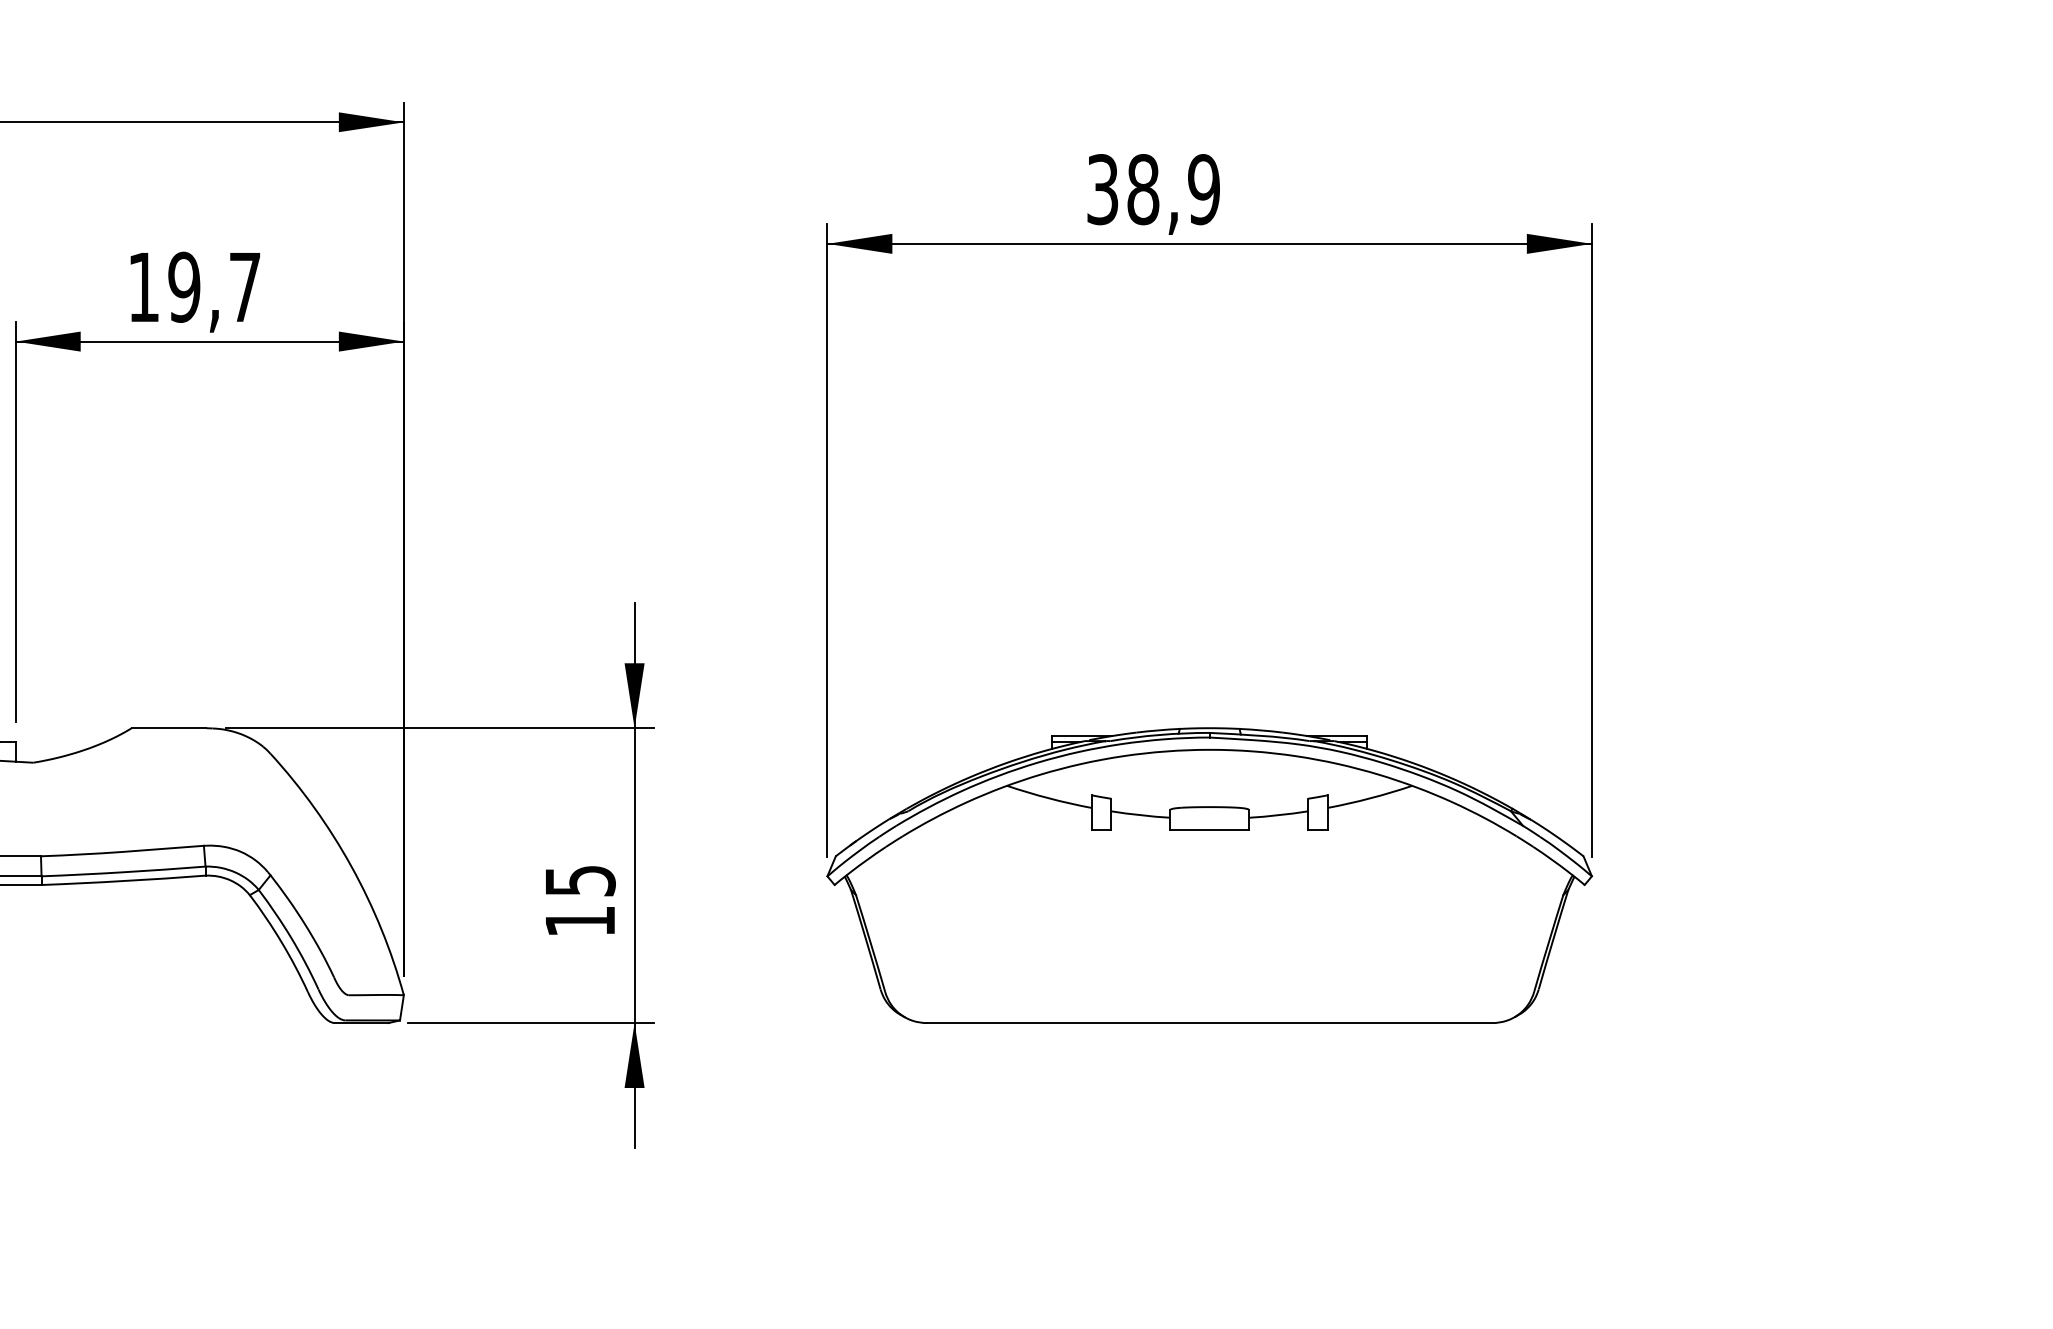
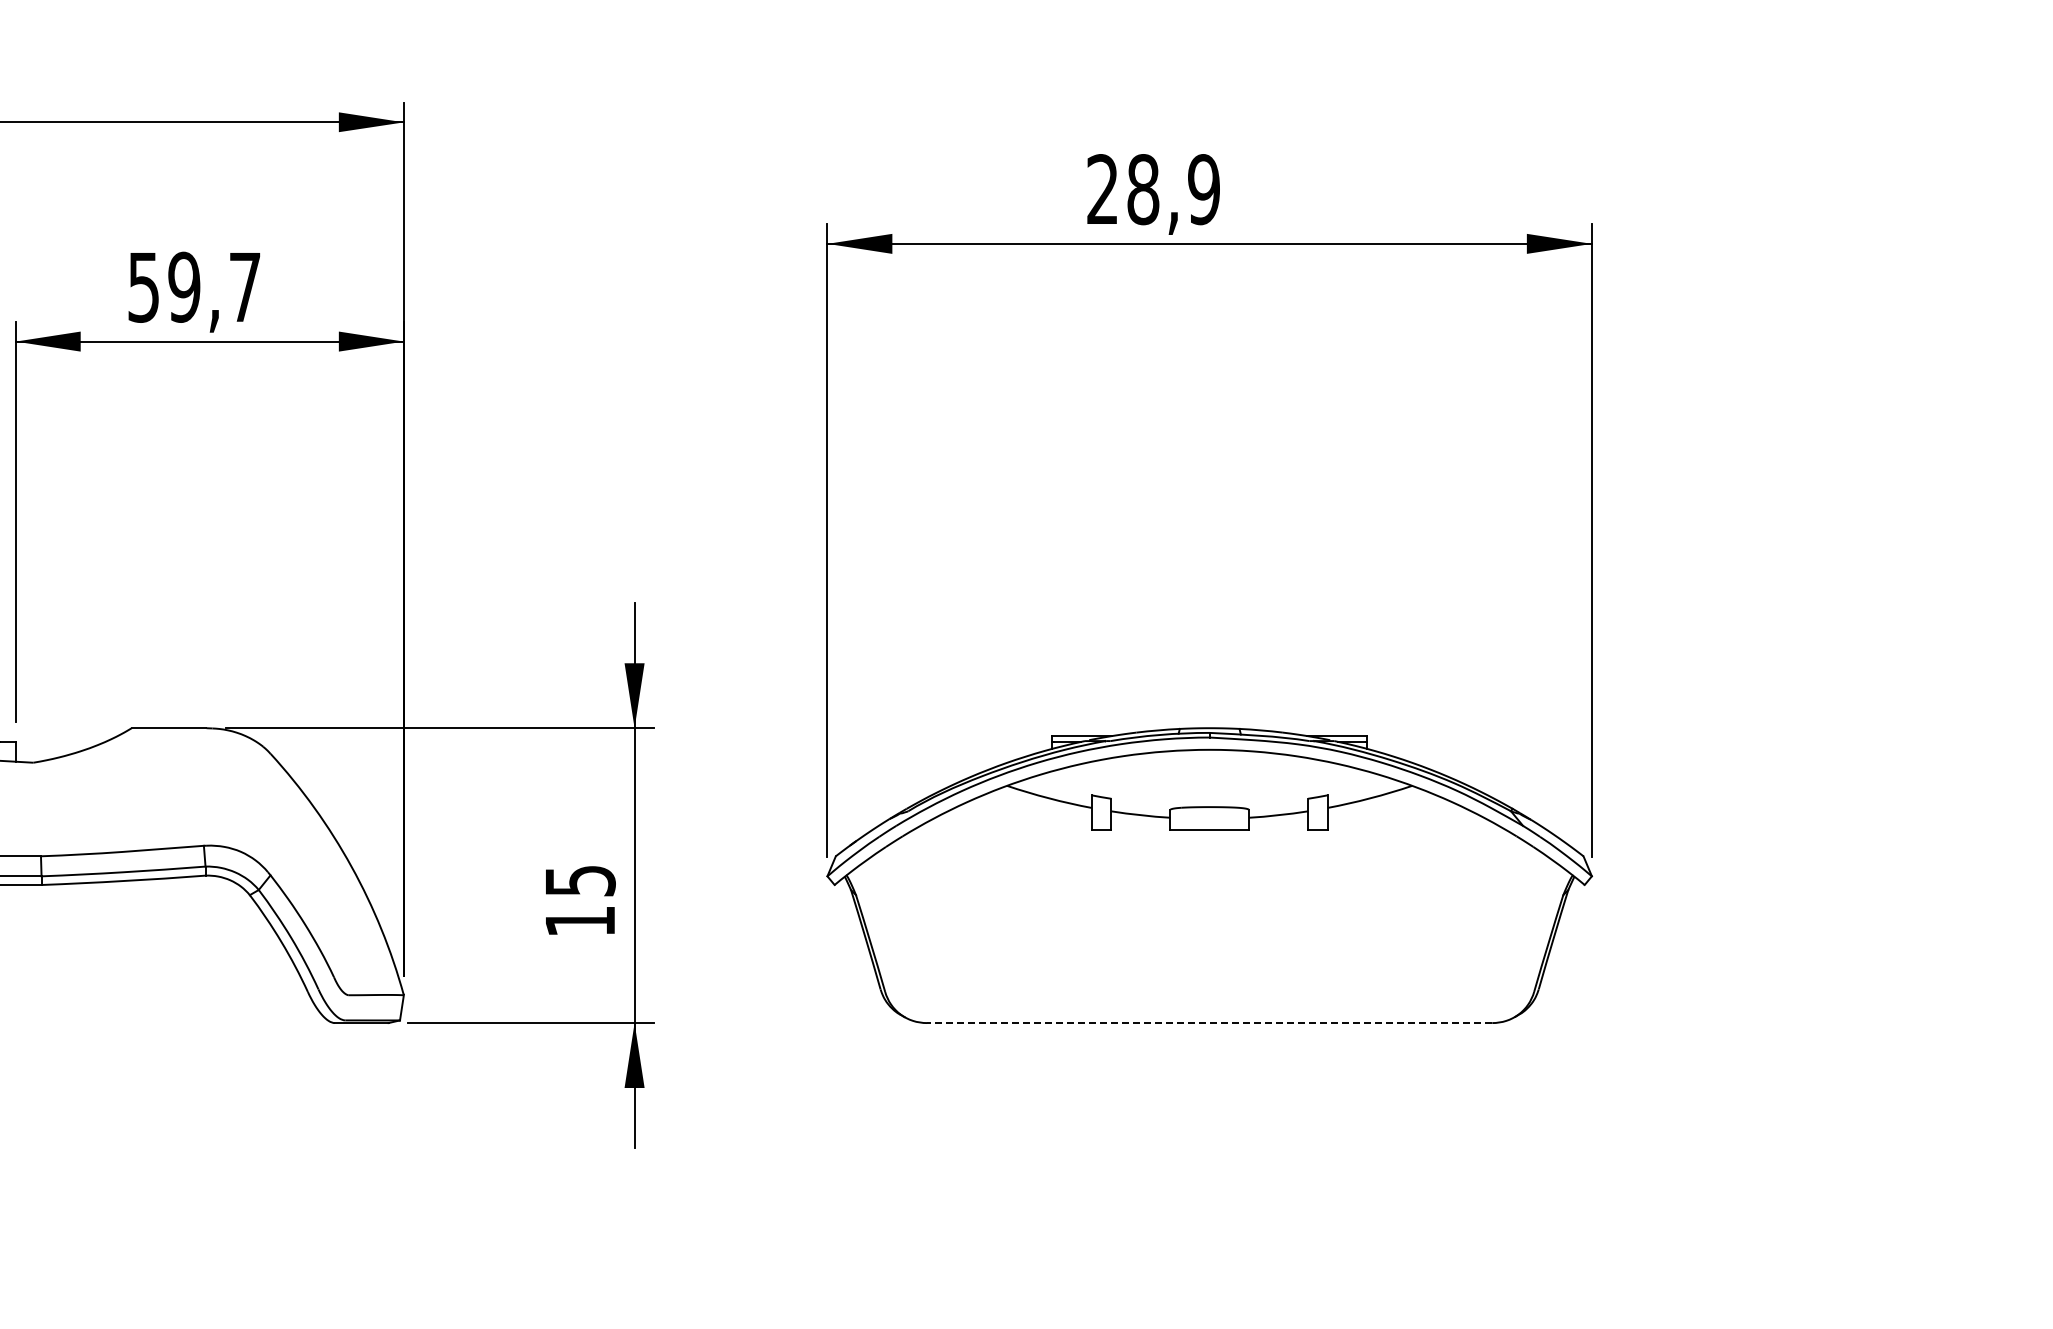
text at (1102, 189): 38,9 -> 28,9
text at (143, 287): 19,7 -> 59,7
line at (1209, 1023): solid -> dashed
